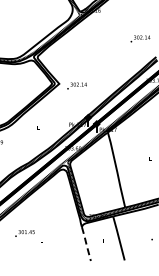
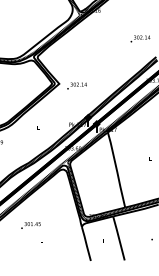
text at (24, 233) position: (24, 233) -> (30, 225)
line at (86, 244): dashed -> solid
